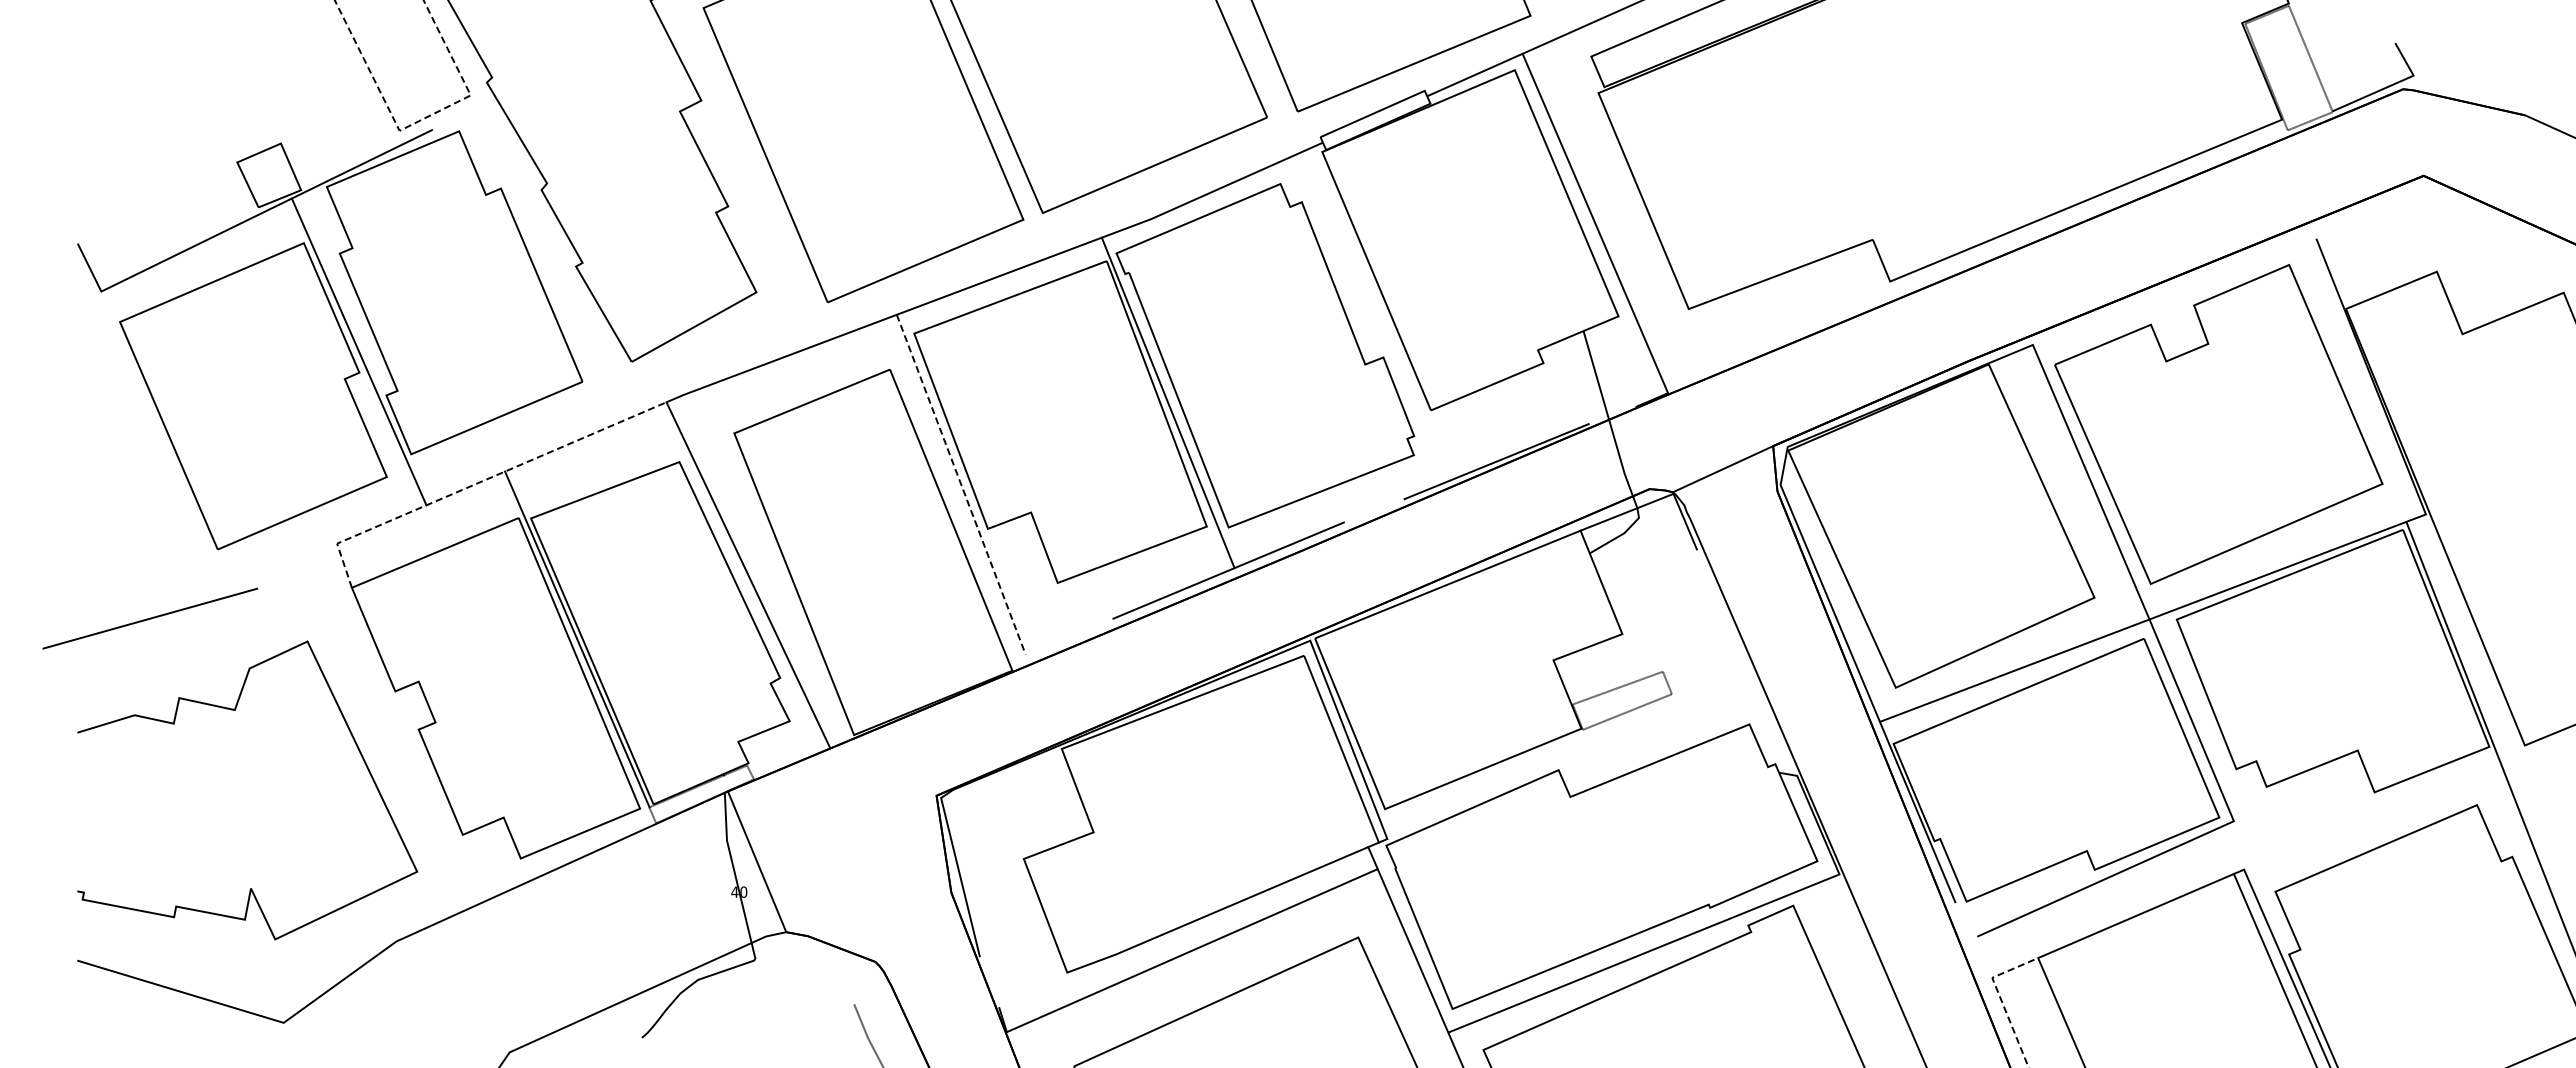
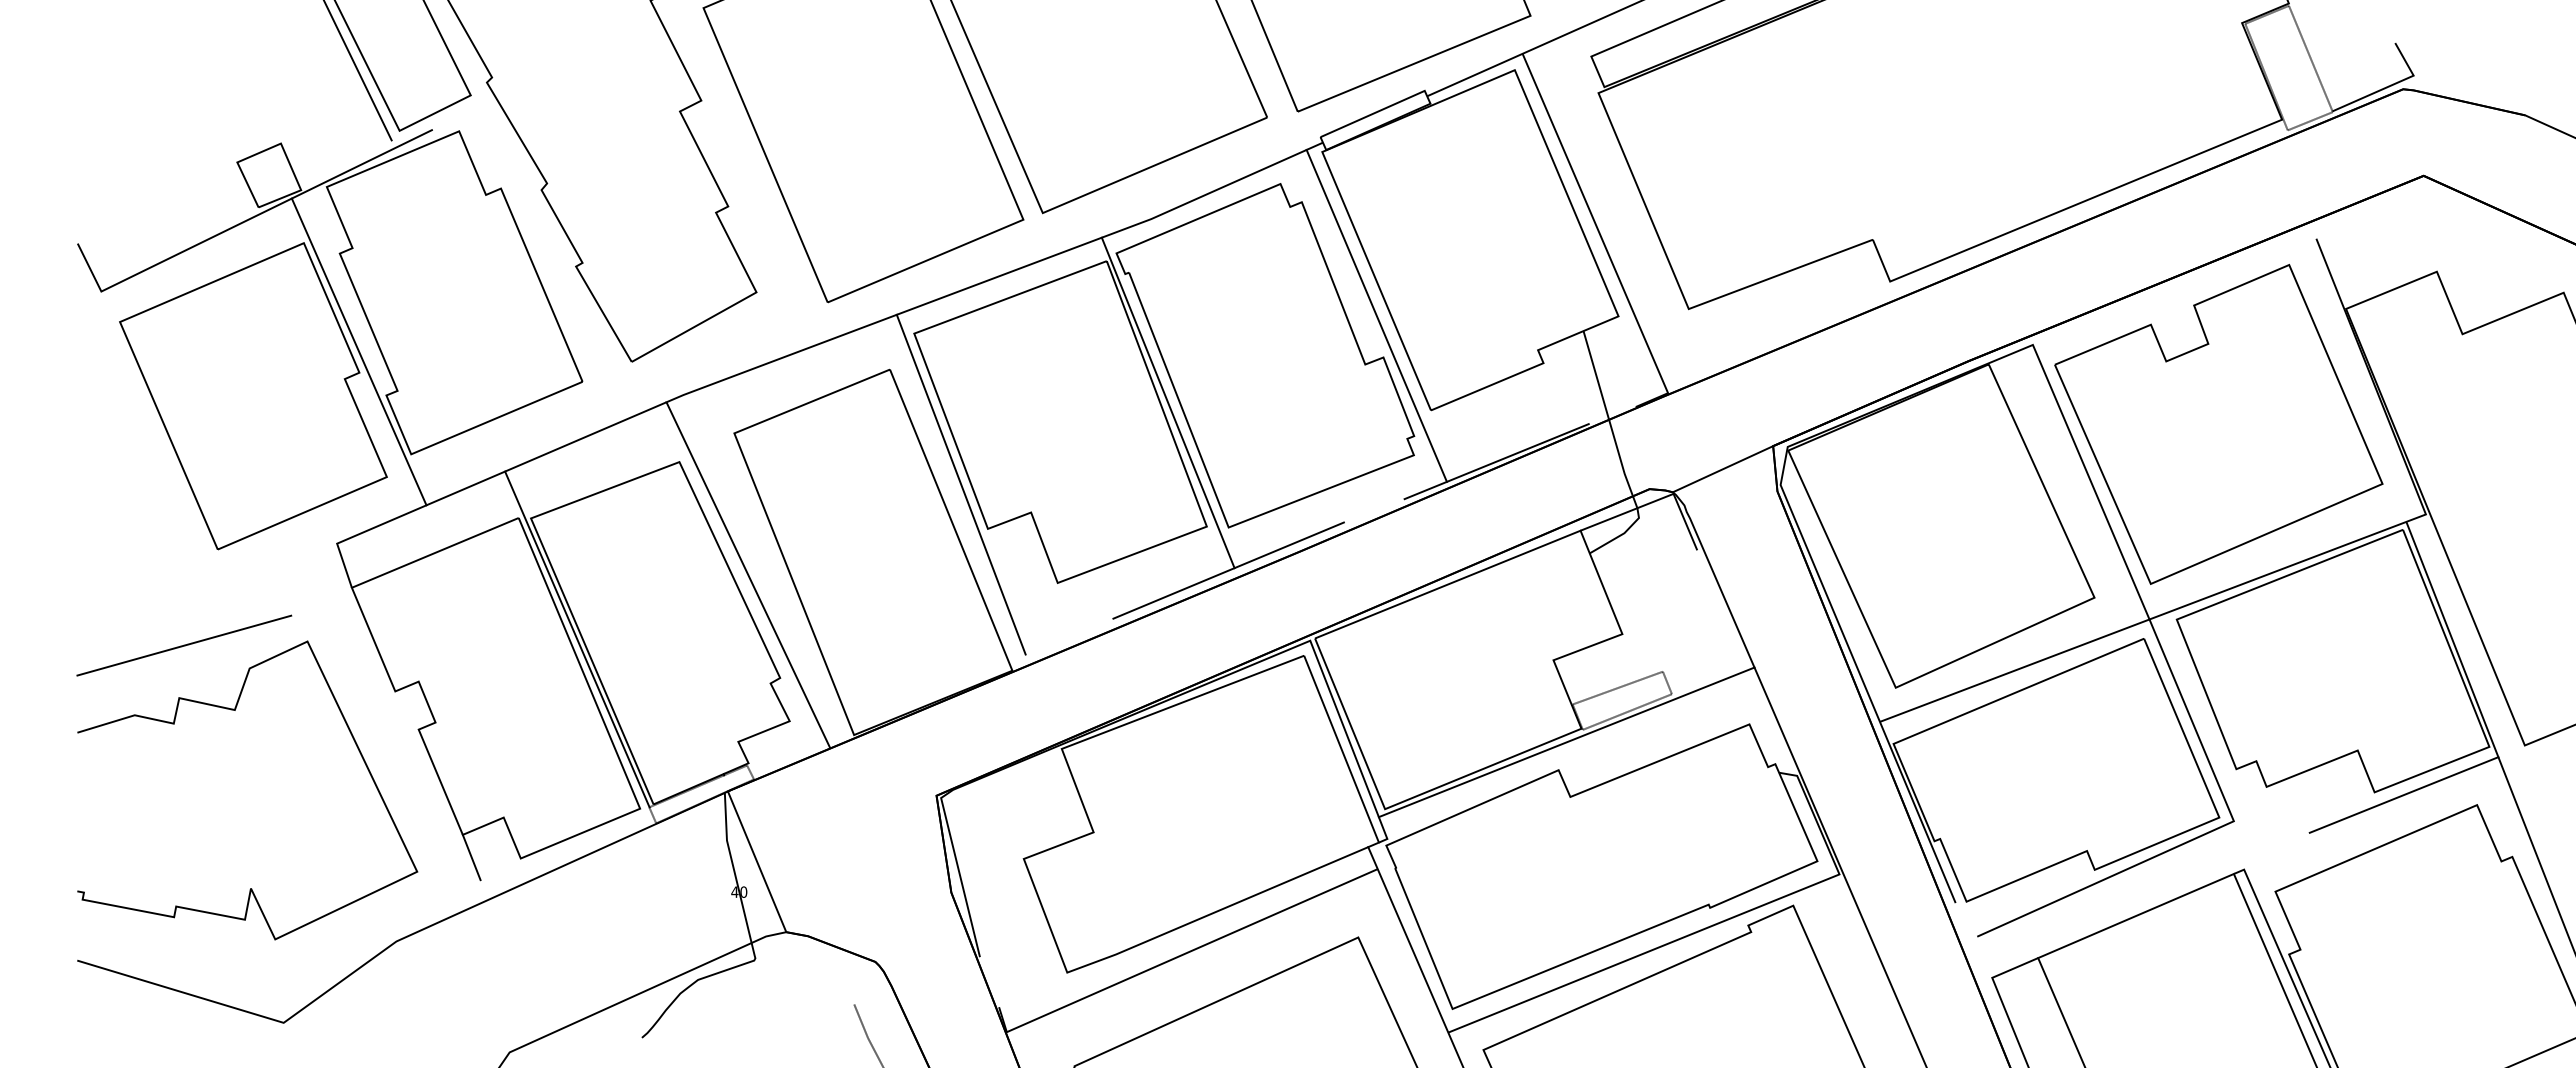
line at (357, 71): none -> present
line at (417, 121): dashed -> solid
line at (1376, 315): none -> present
line at (480, 482): dashed -> solid
line at (961, 484): dashed -> solid
line at (150, 618) position: (150, 618) -> (184, 645)
line at (1566, 742): none -> present
line at (2403, 794): none -> present
line at (471, 857): none -> present
line at (2000, 999): dashed -> solid
